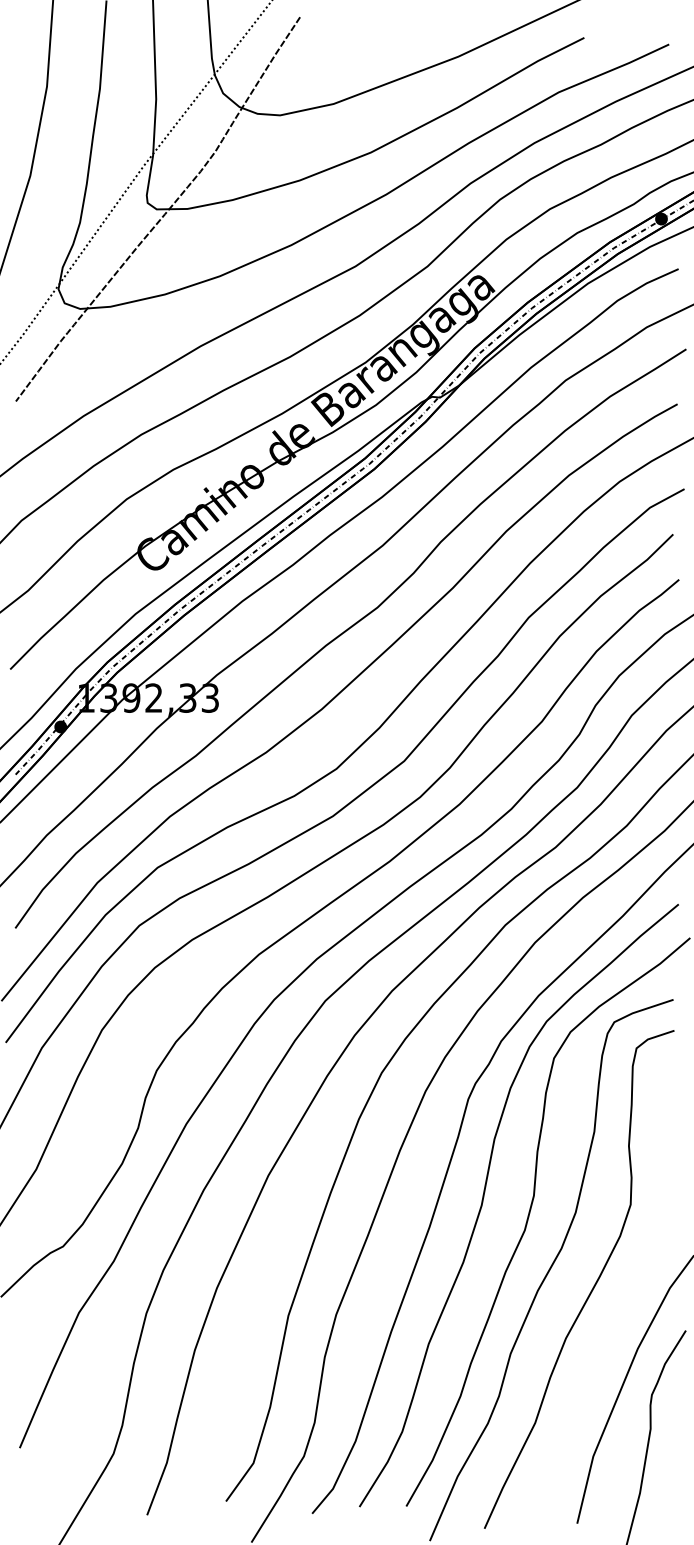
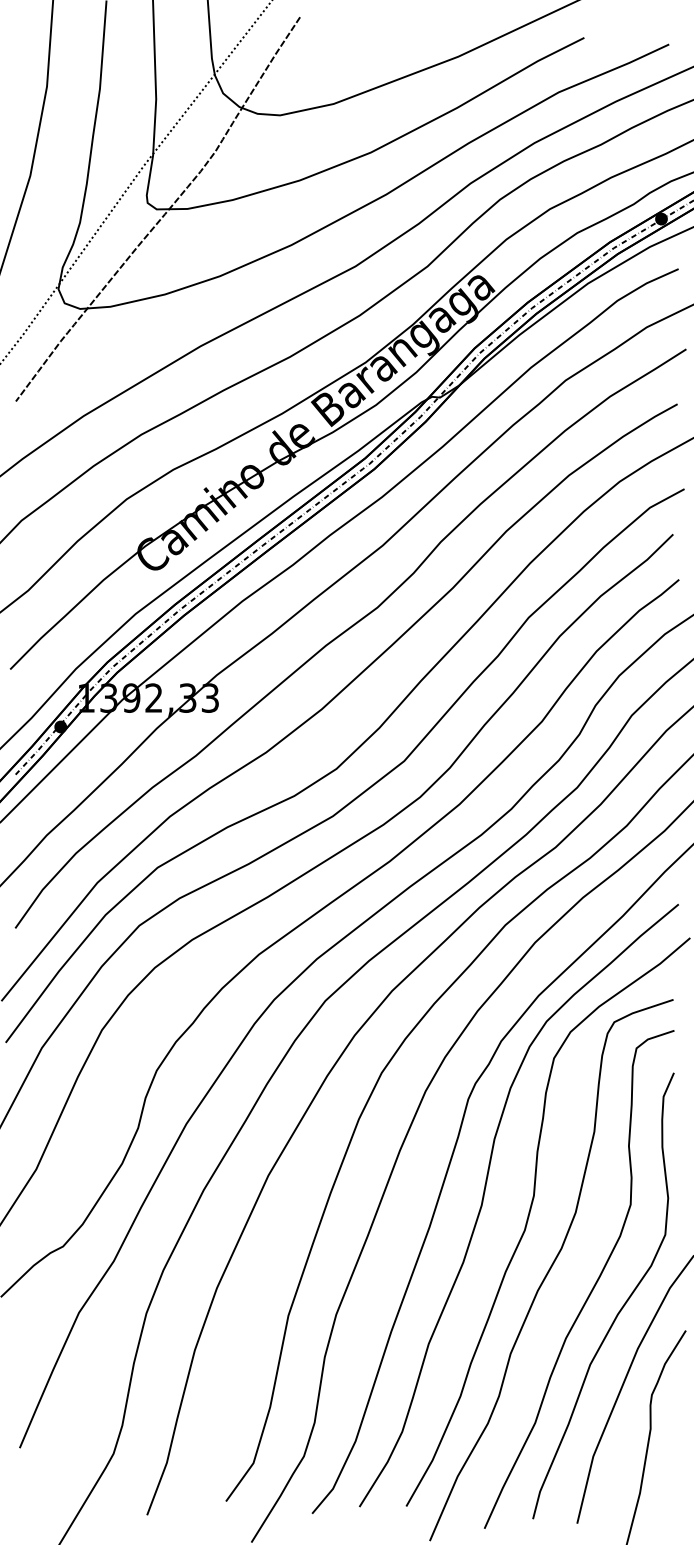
curve at (620, 1308): none -> present
